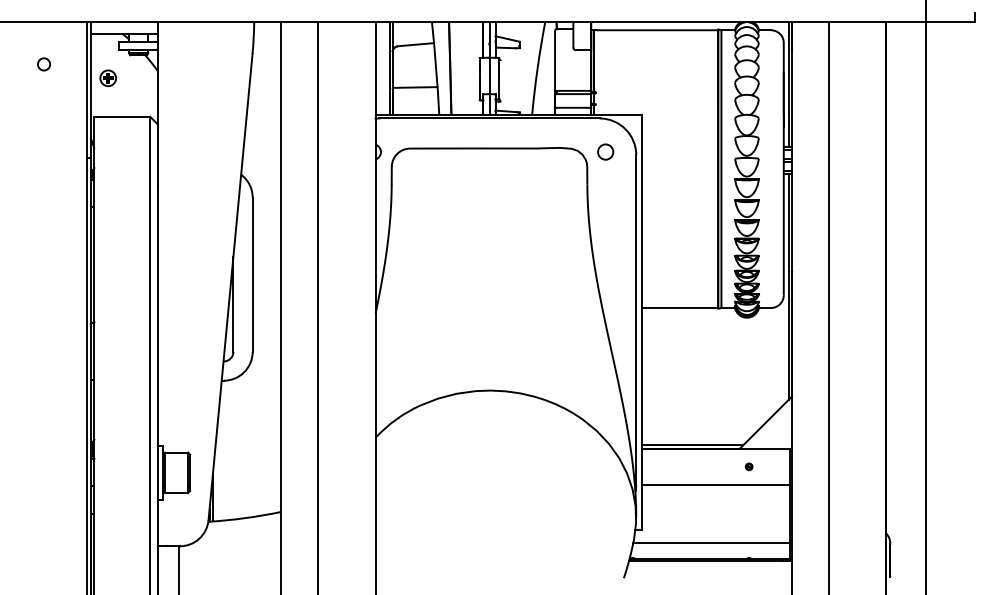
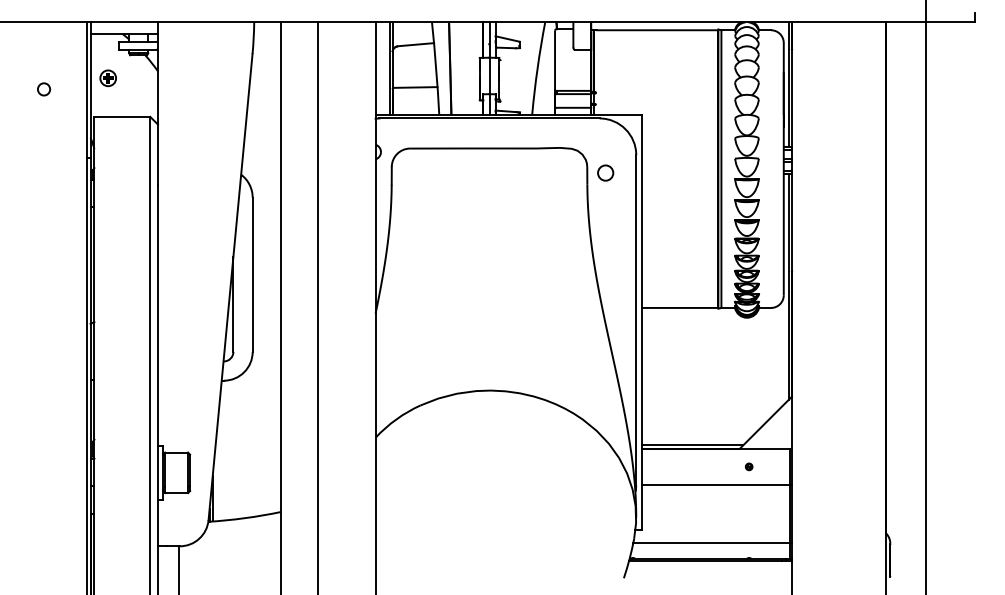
circle at (43, 64) position: (43, 64) -> (43, 89)
circle at (605, 151) position: (605, 151) -> (605, 172)
line at (828, 306): present -> none
